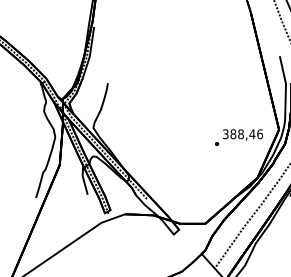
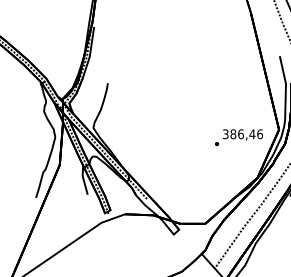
text at (240, 133): 388,46 -> 386,46
